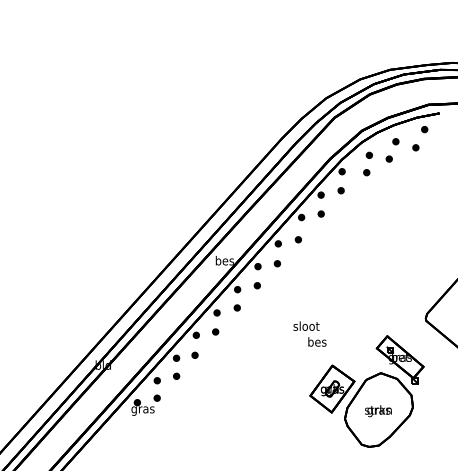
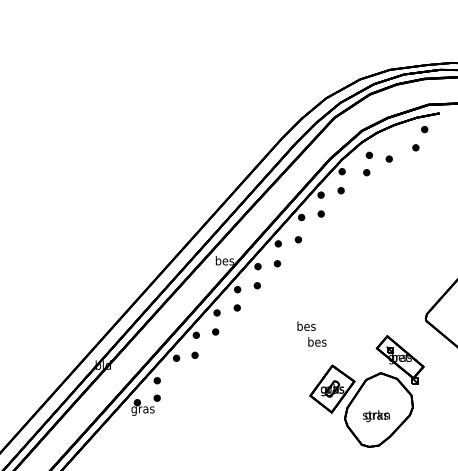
part at (395, 141): present -> none
text at (306, 325): sloot -> bes
part at (176, 375): present -> none
text at (378, 411) position: (378, 411) -> (376, 416)
